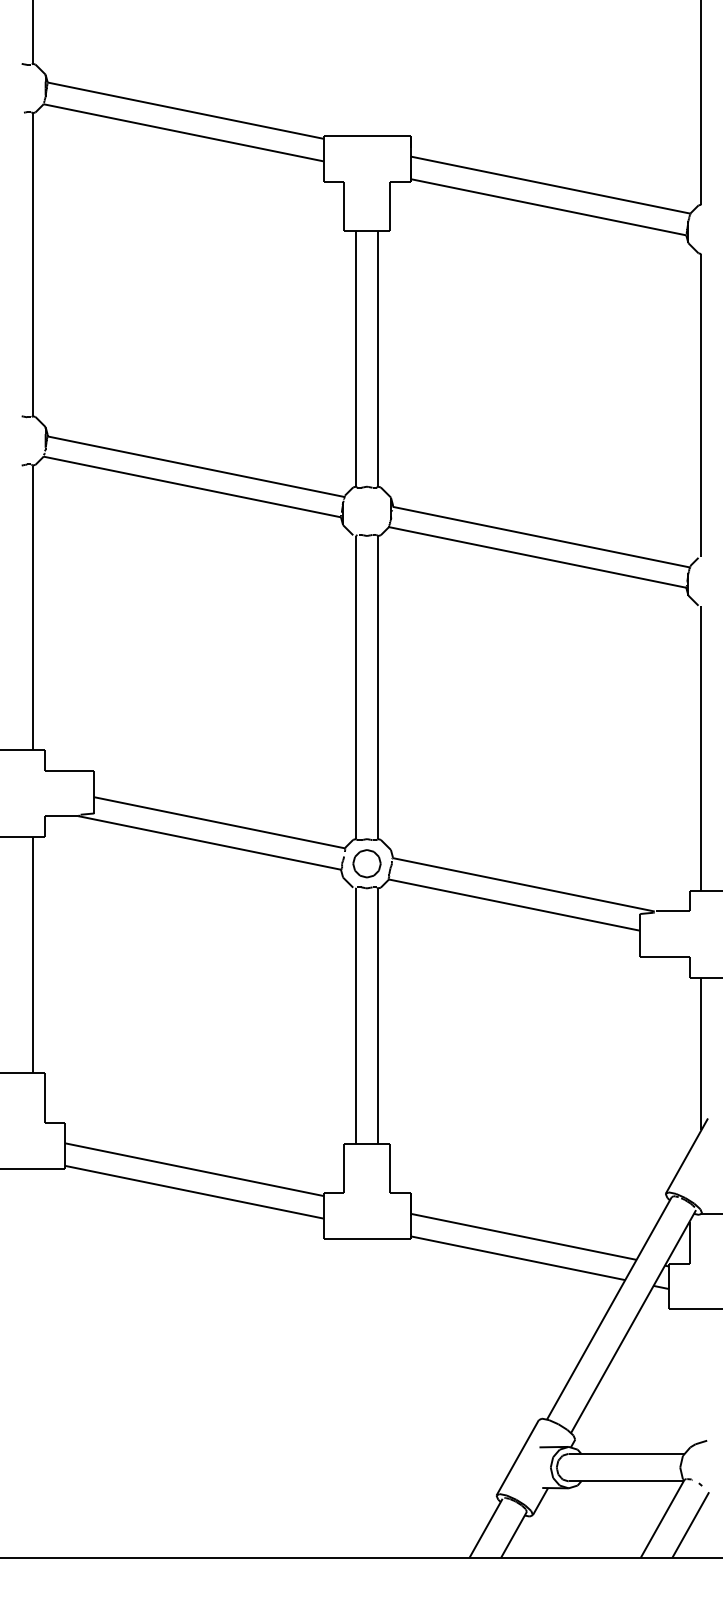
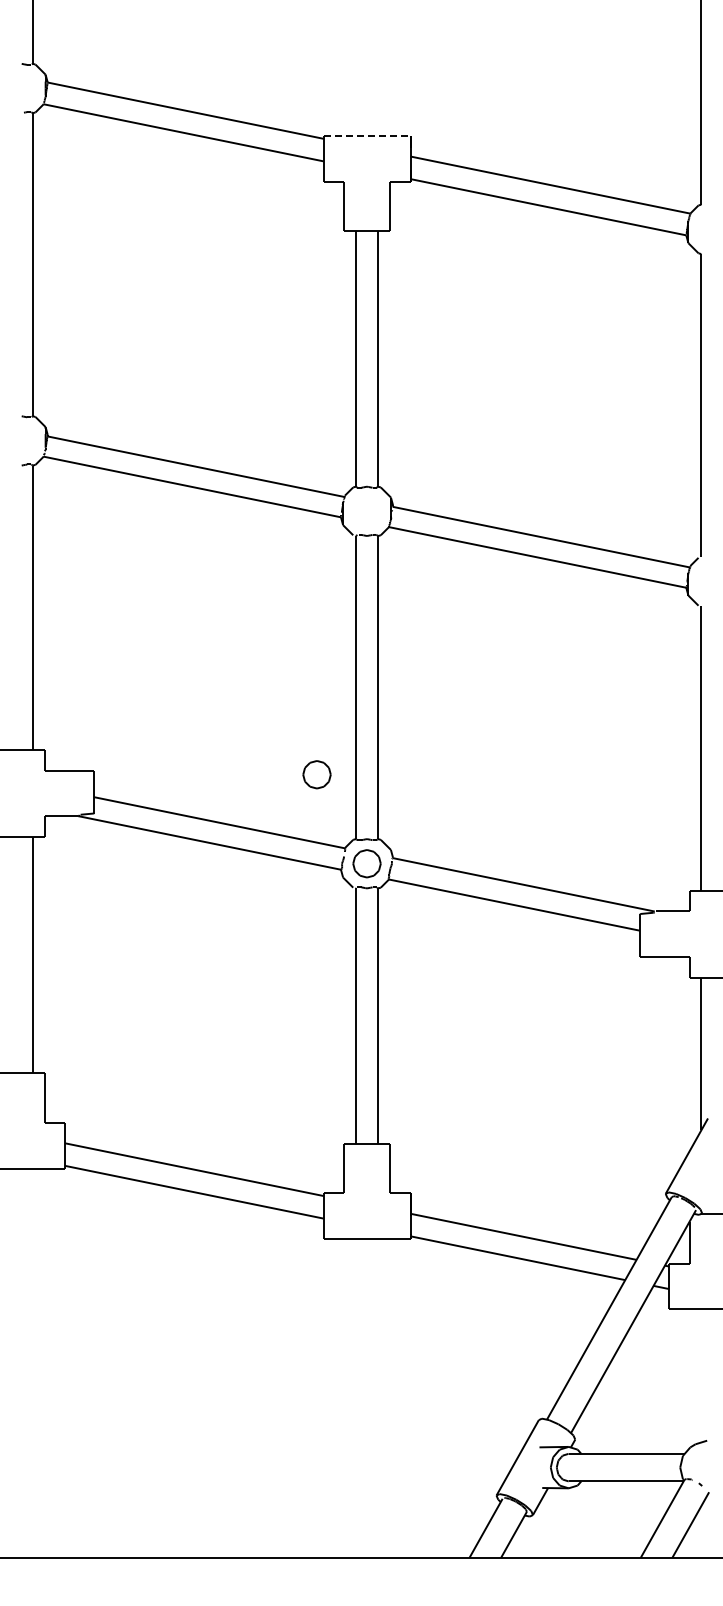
line at (367, 136): solid -> dashed
part at (316, 774): none -> present
